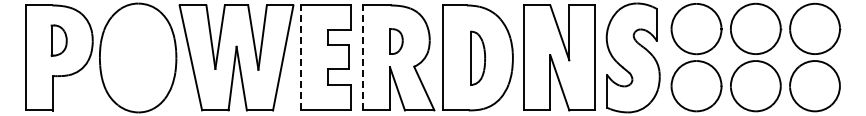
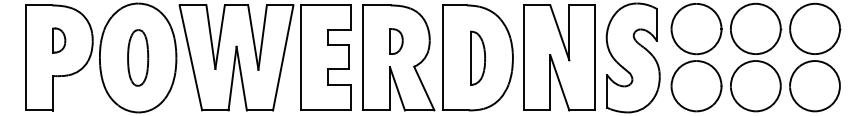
part at (58, 40) size: 18x33 px -> 15x27 px
part at (138, 57): none -> present
line at (300, 57): dashed -> solid
line at (362, 57): dashed -> solid
